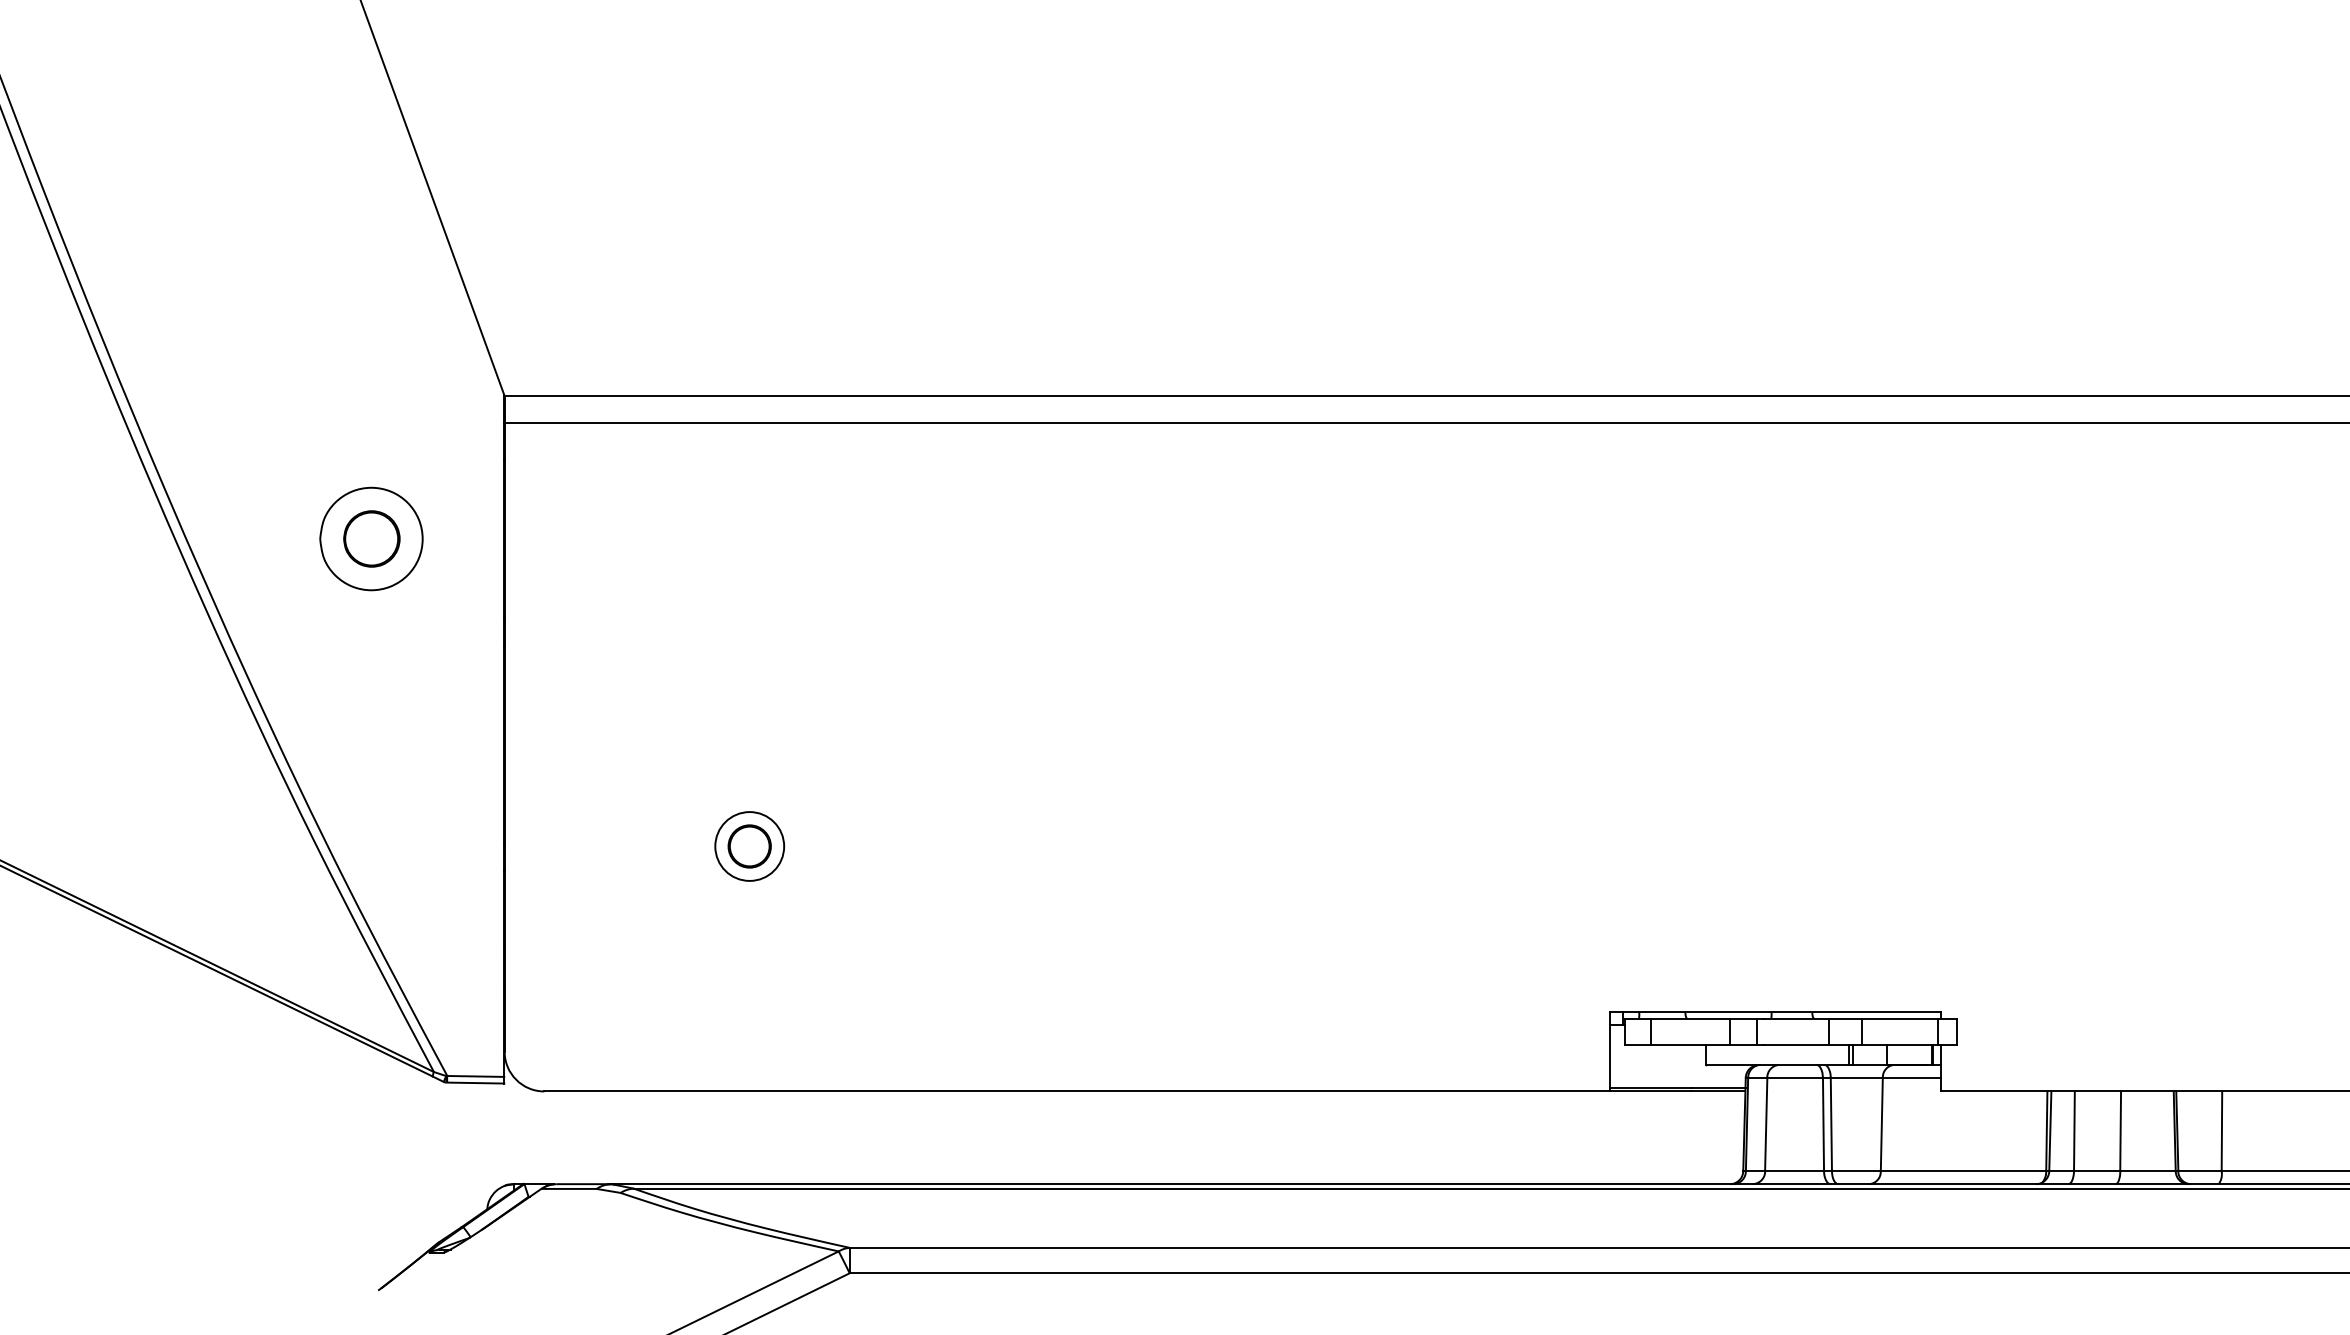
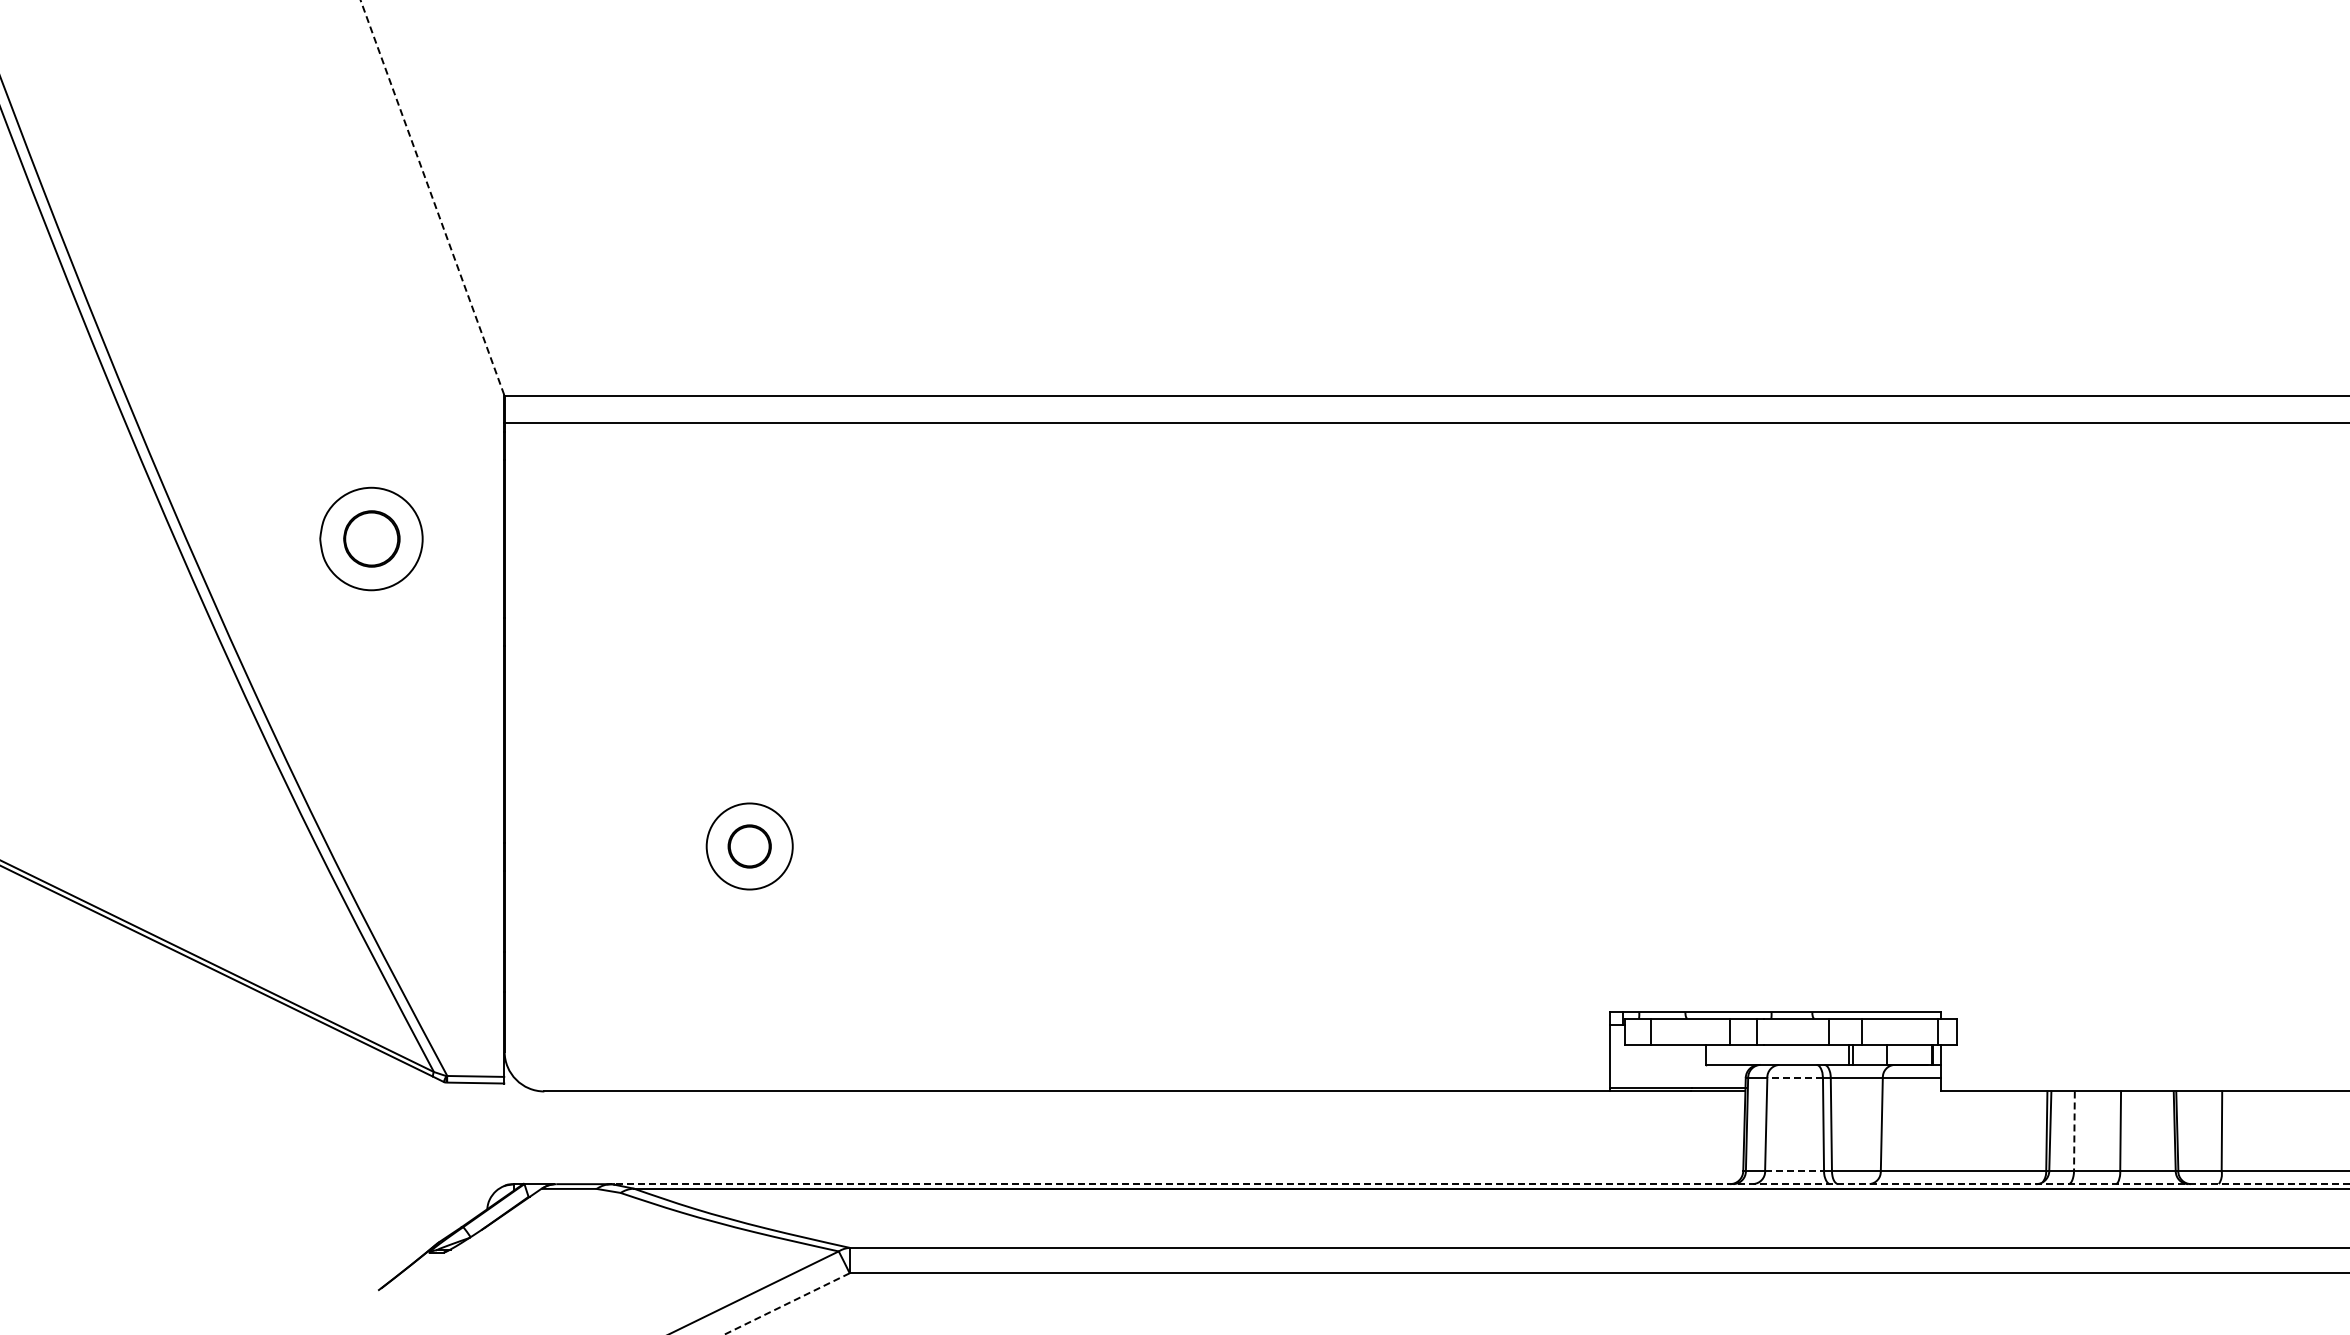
line at (432, 197): solid -> dashed
circle at (749, 846) diameter: 69 px -> 86 px
line at (1795, 1077): solid -> dashed
line at (2074, 1131): solid -> dashed
line at (1795, 1171): solid -> dashed
line at (1480, 1184): solid -> dashed
line at (786, 1304): solid -> dashed
